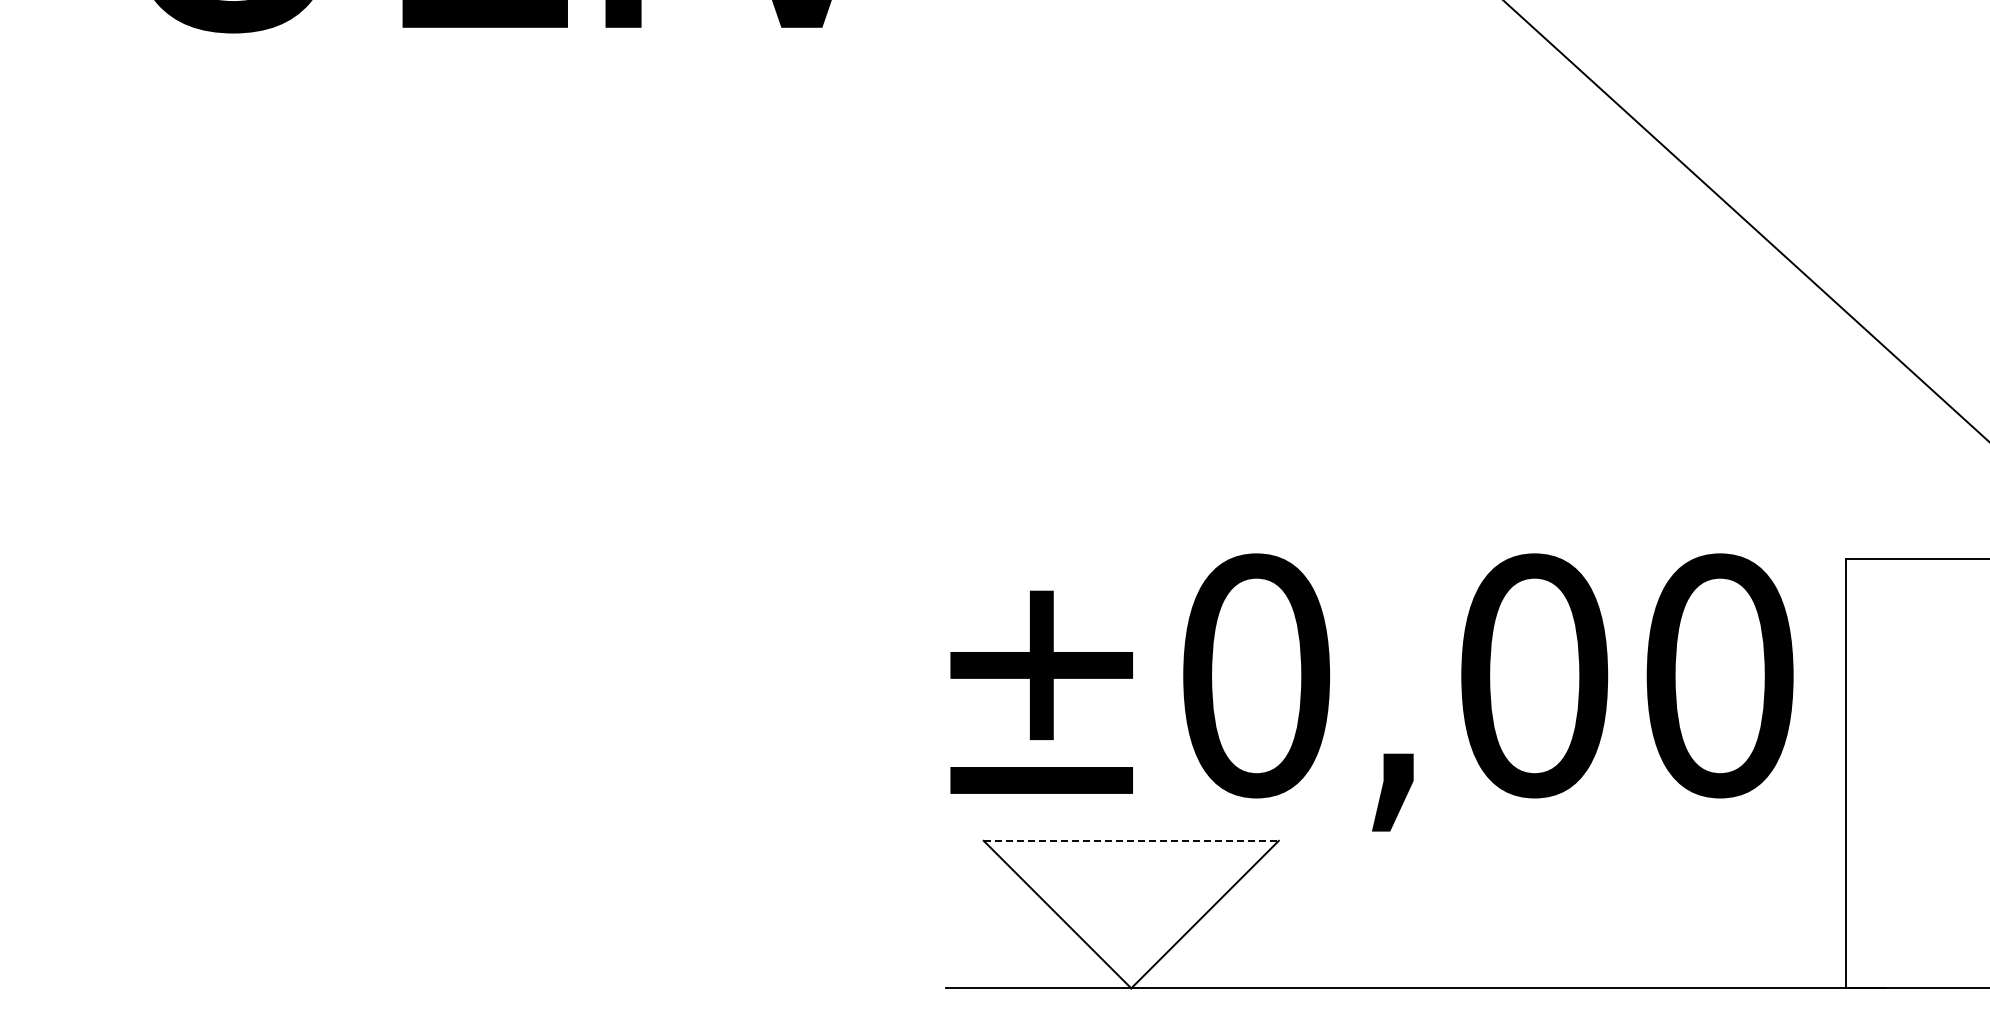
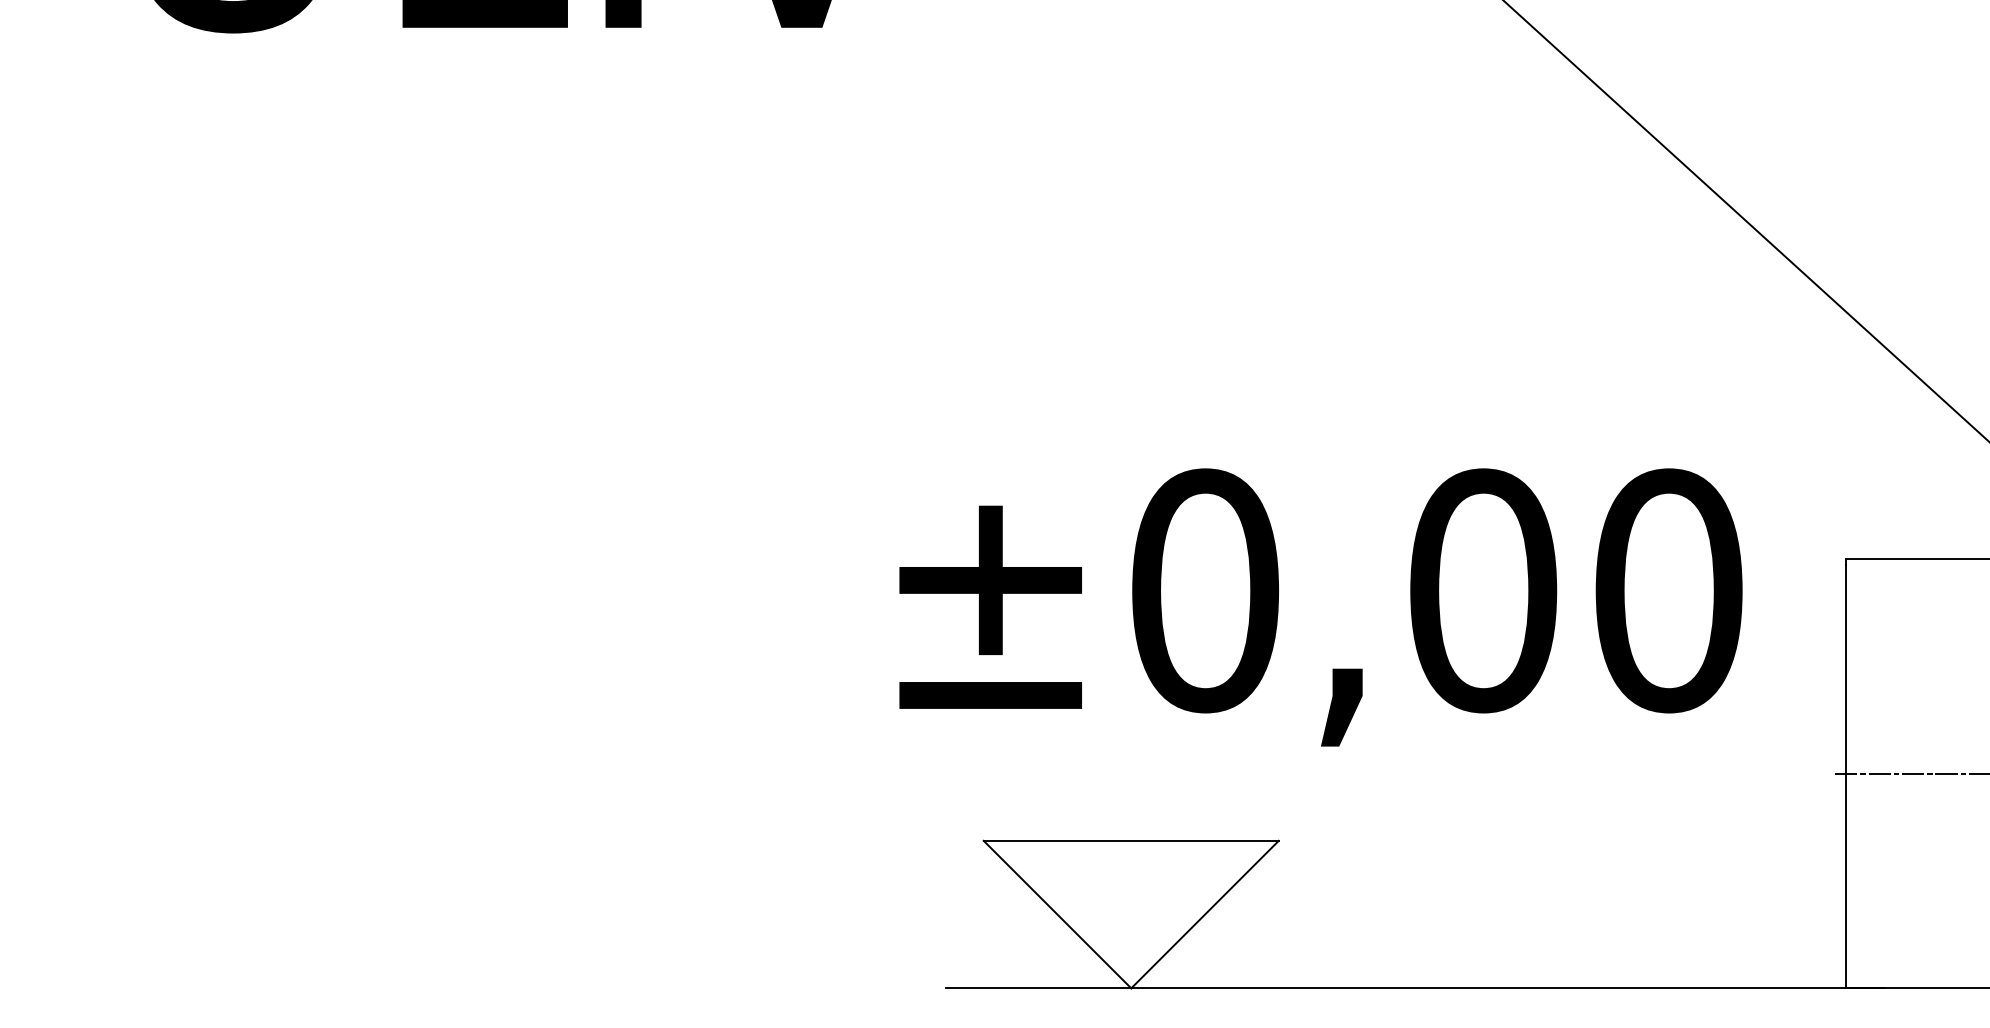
text at (1371, 692) position: (1371, 692) -> (1320, 607)
line at (1910, 773): none -> present
line at (1131, 840): dashed -> solid
